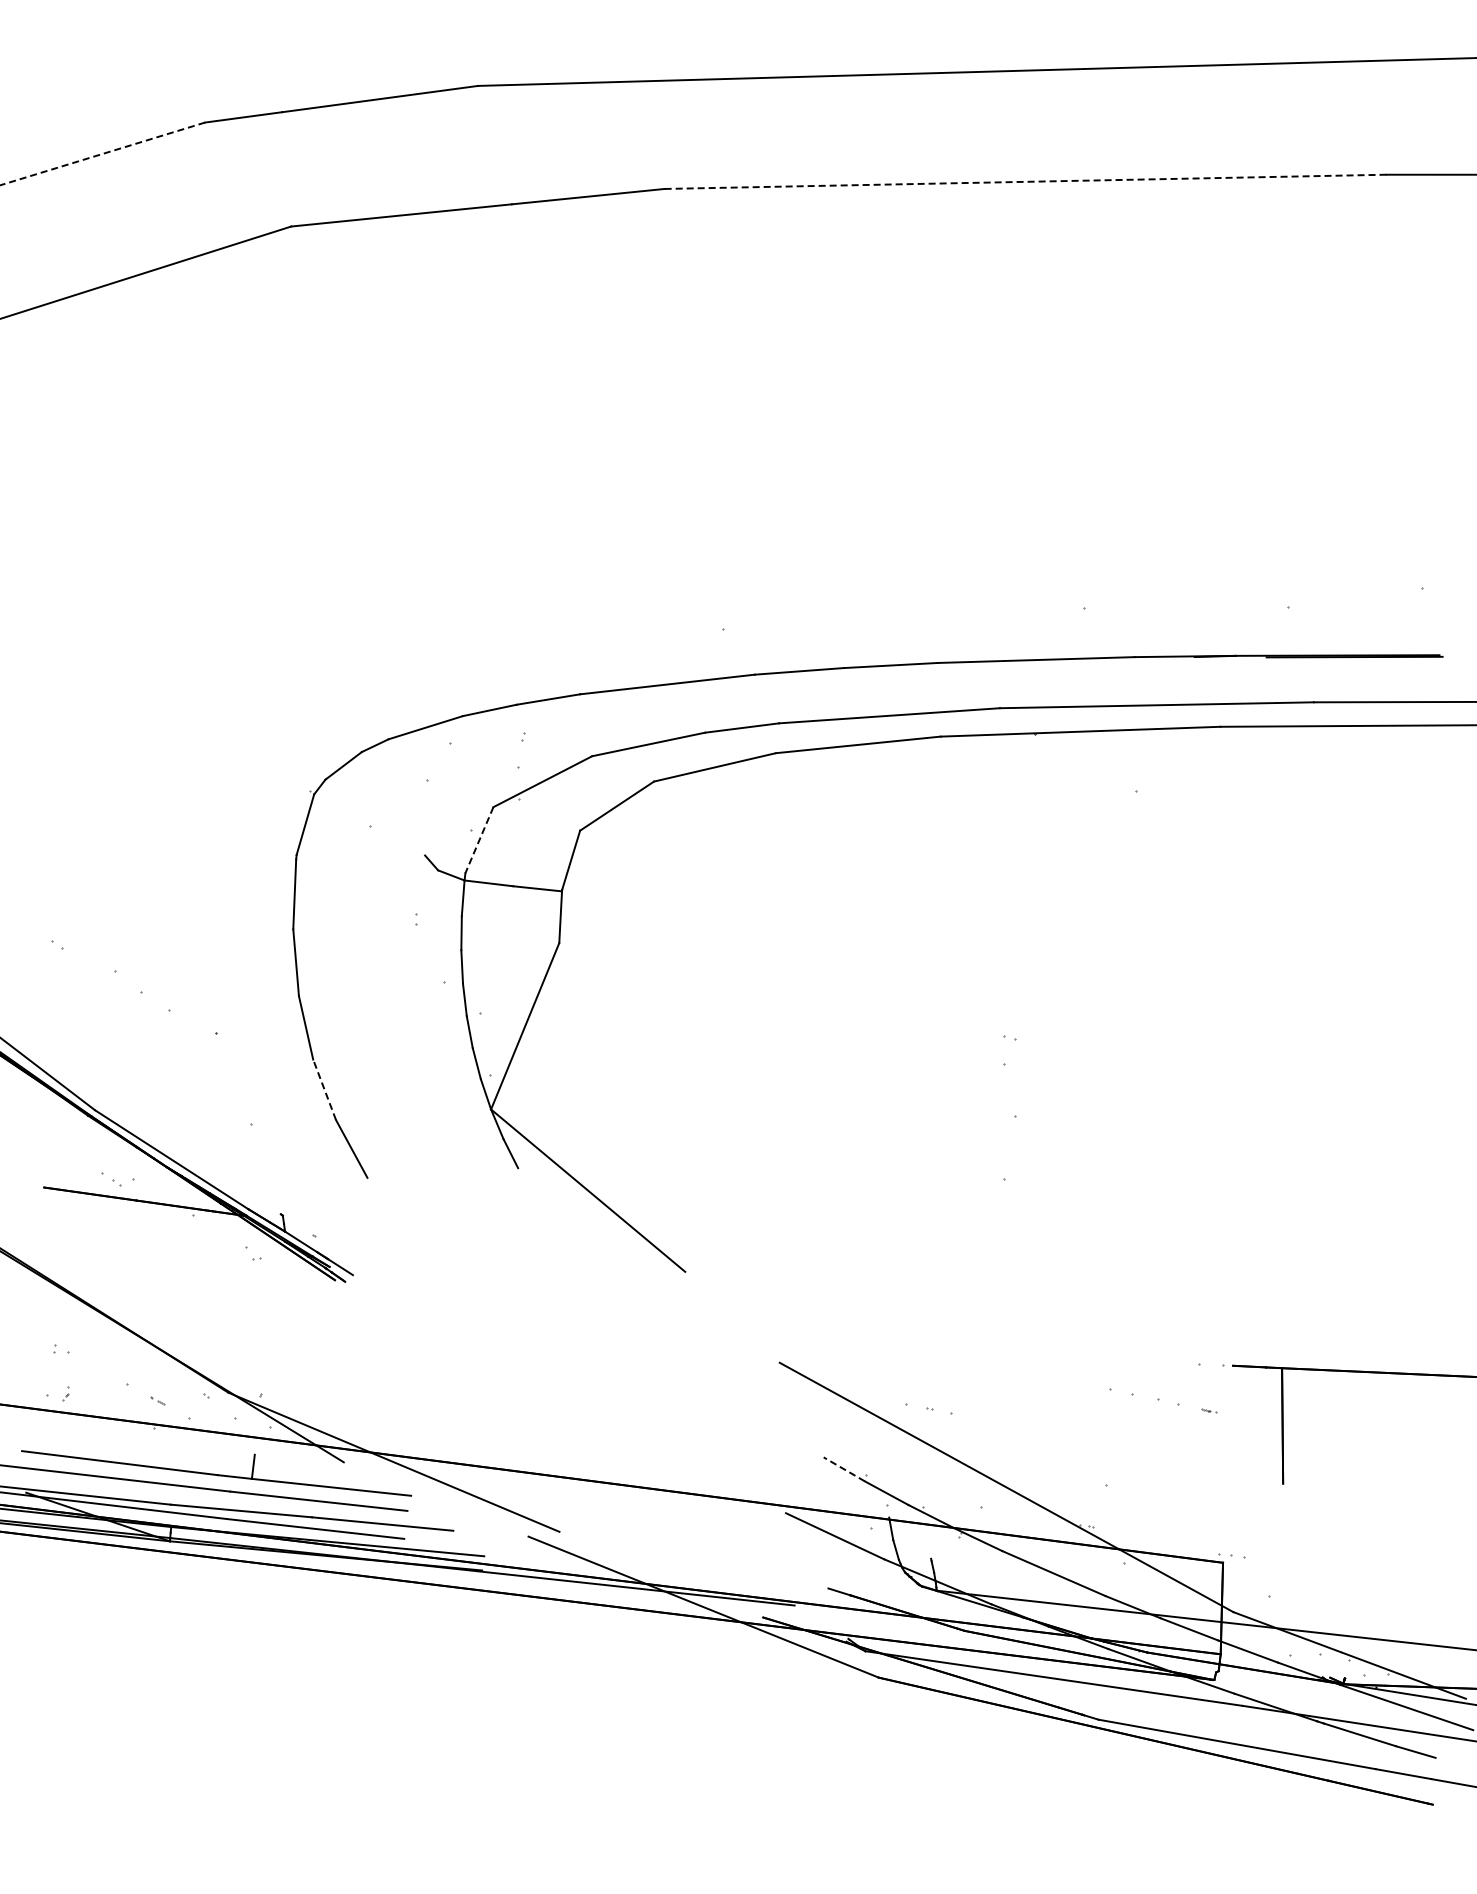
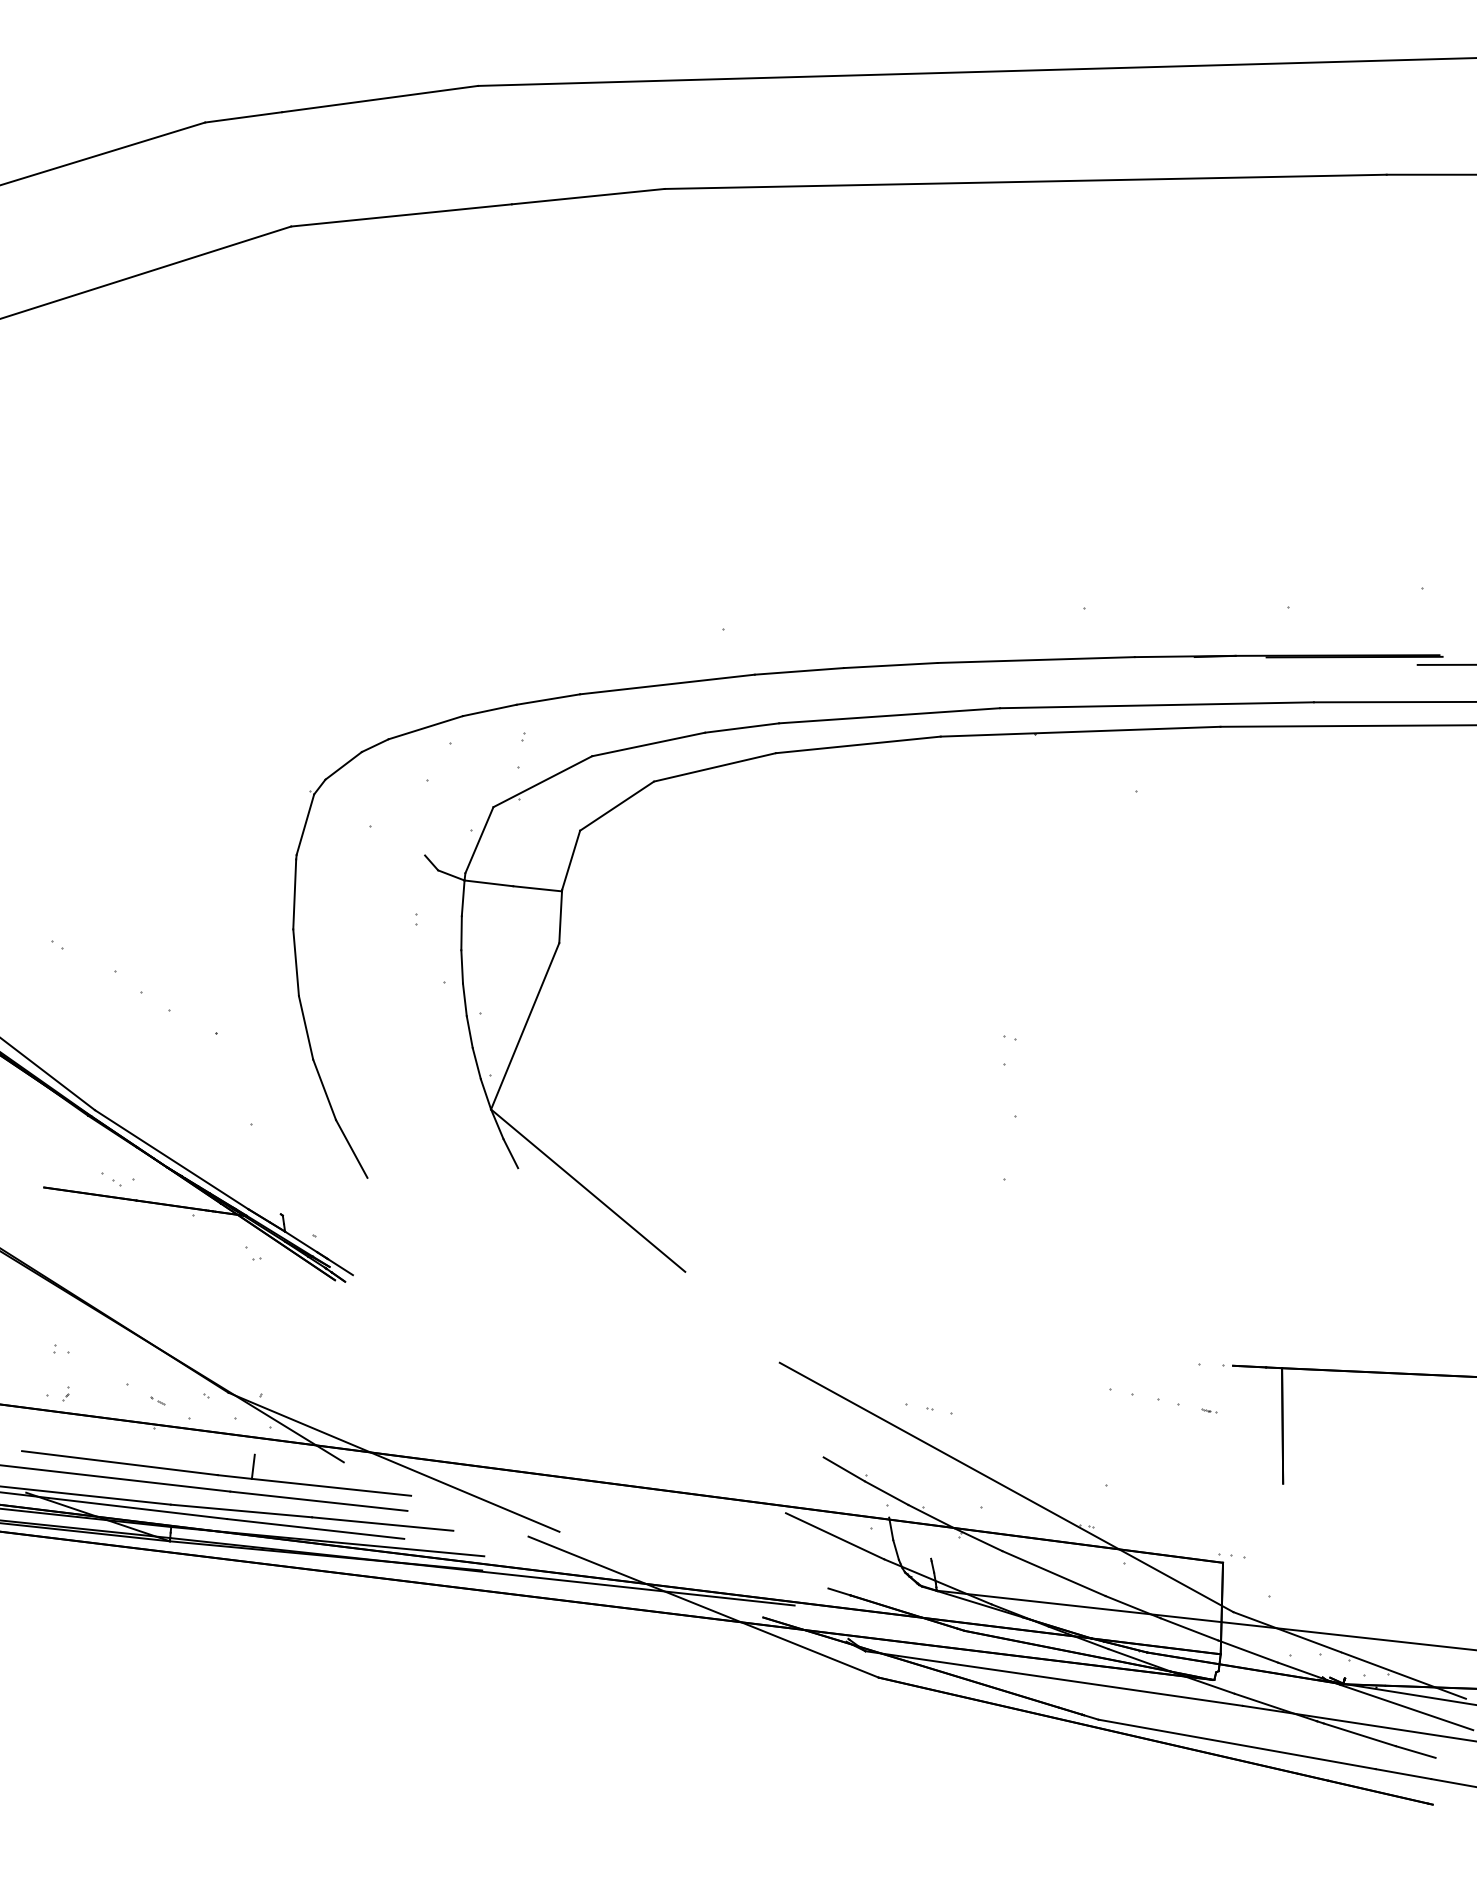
line at (102, 153): dashed -> solid
line at (1026, 181): dashed -> solid
line at (1445, 664): none -> present
line at (479, 840): dashed -> solid
line at (324, 1089): dashed -> solid
line at (844, 1469): dashed -> solid
